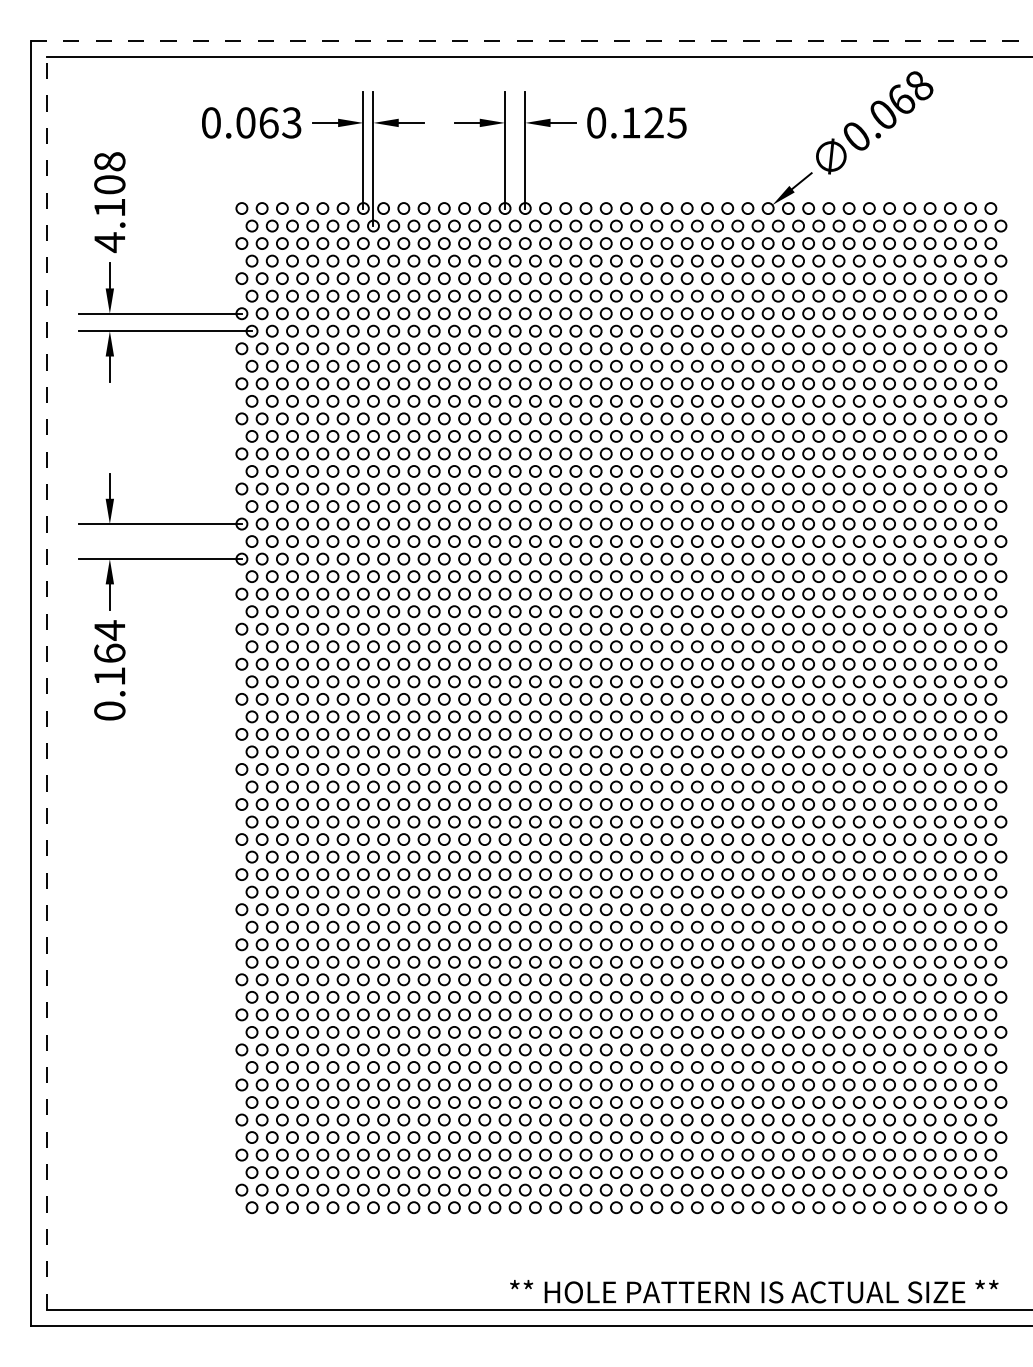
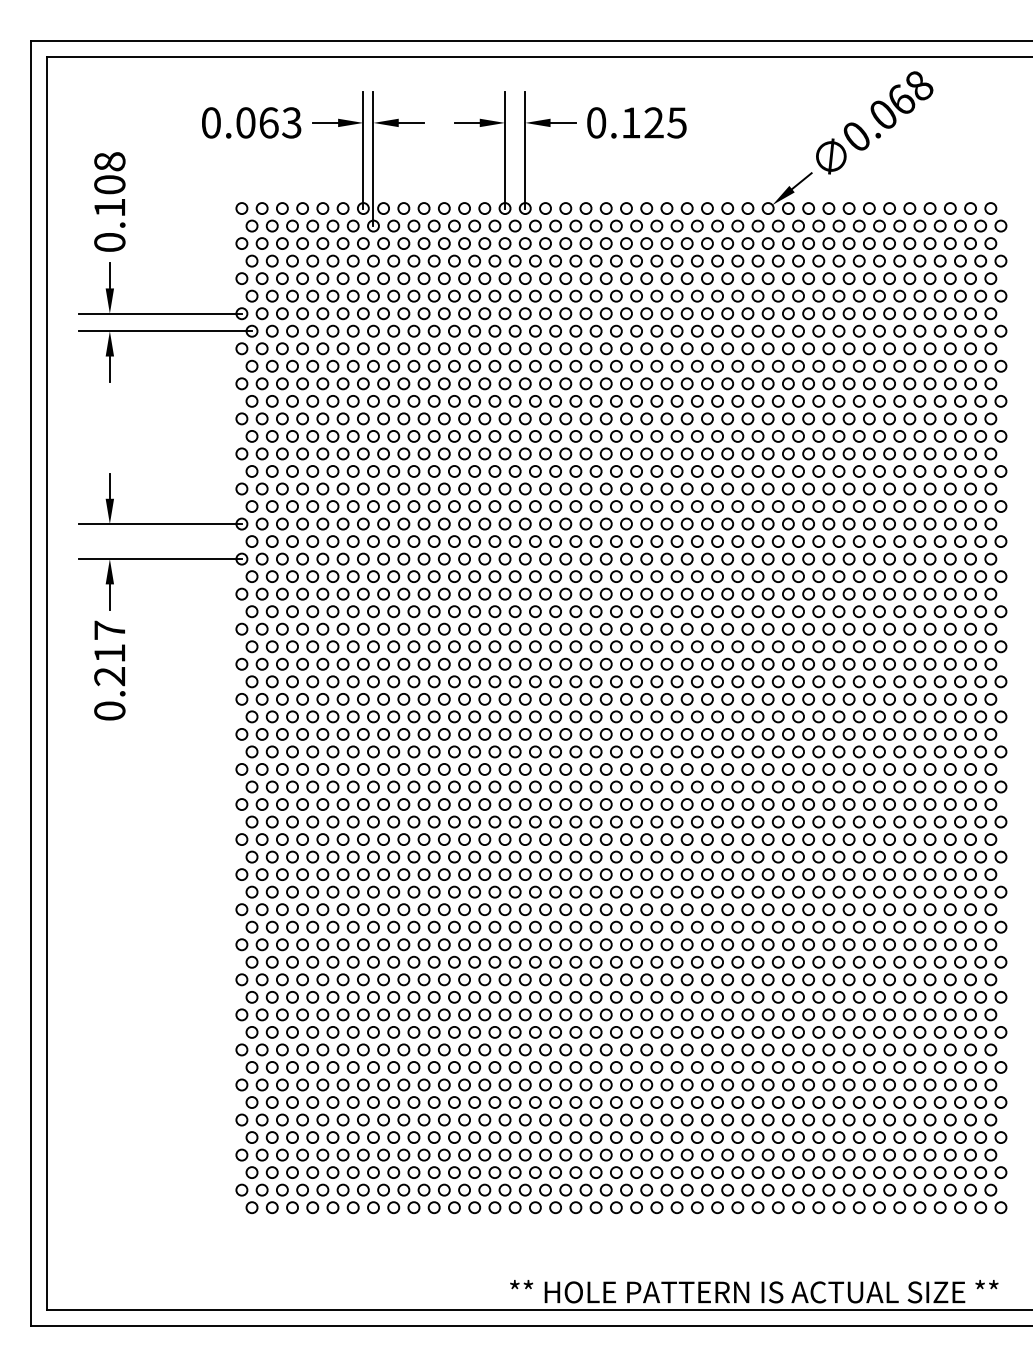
line at (531, 41): dashed -> solid
text at (109, 242): 4.108 -> 0.108
text at (109, 653): 0.164 -> 0.217
line at (47, 683): dashed -> solid
